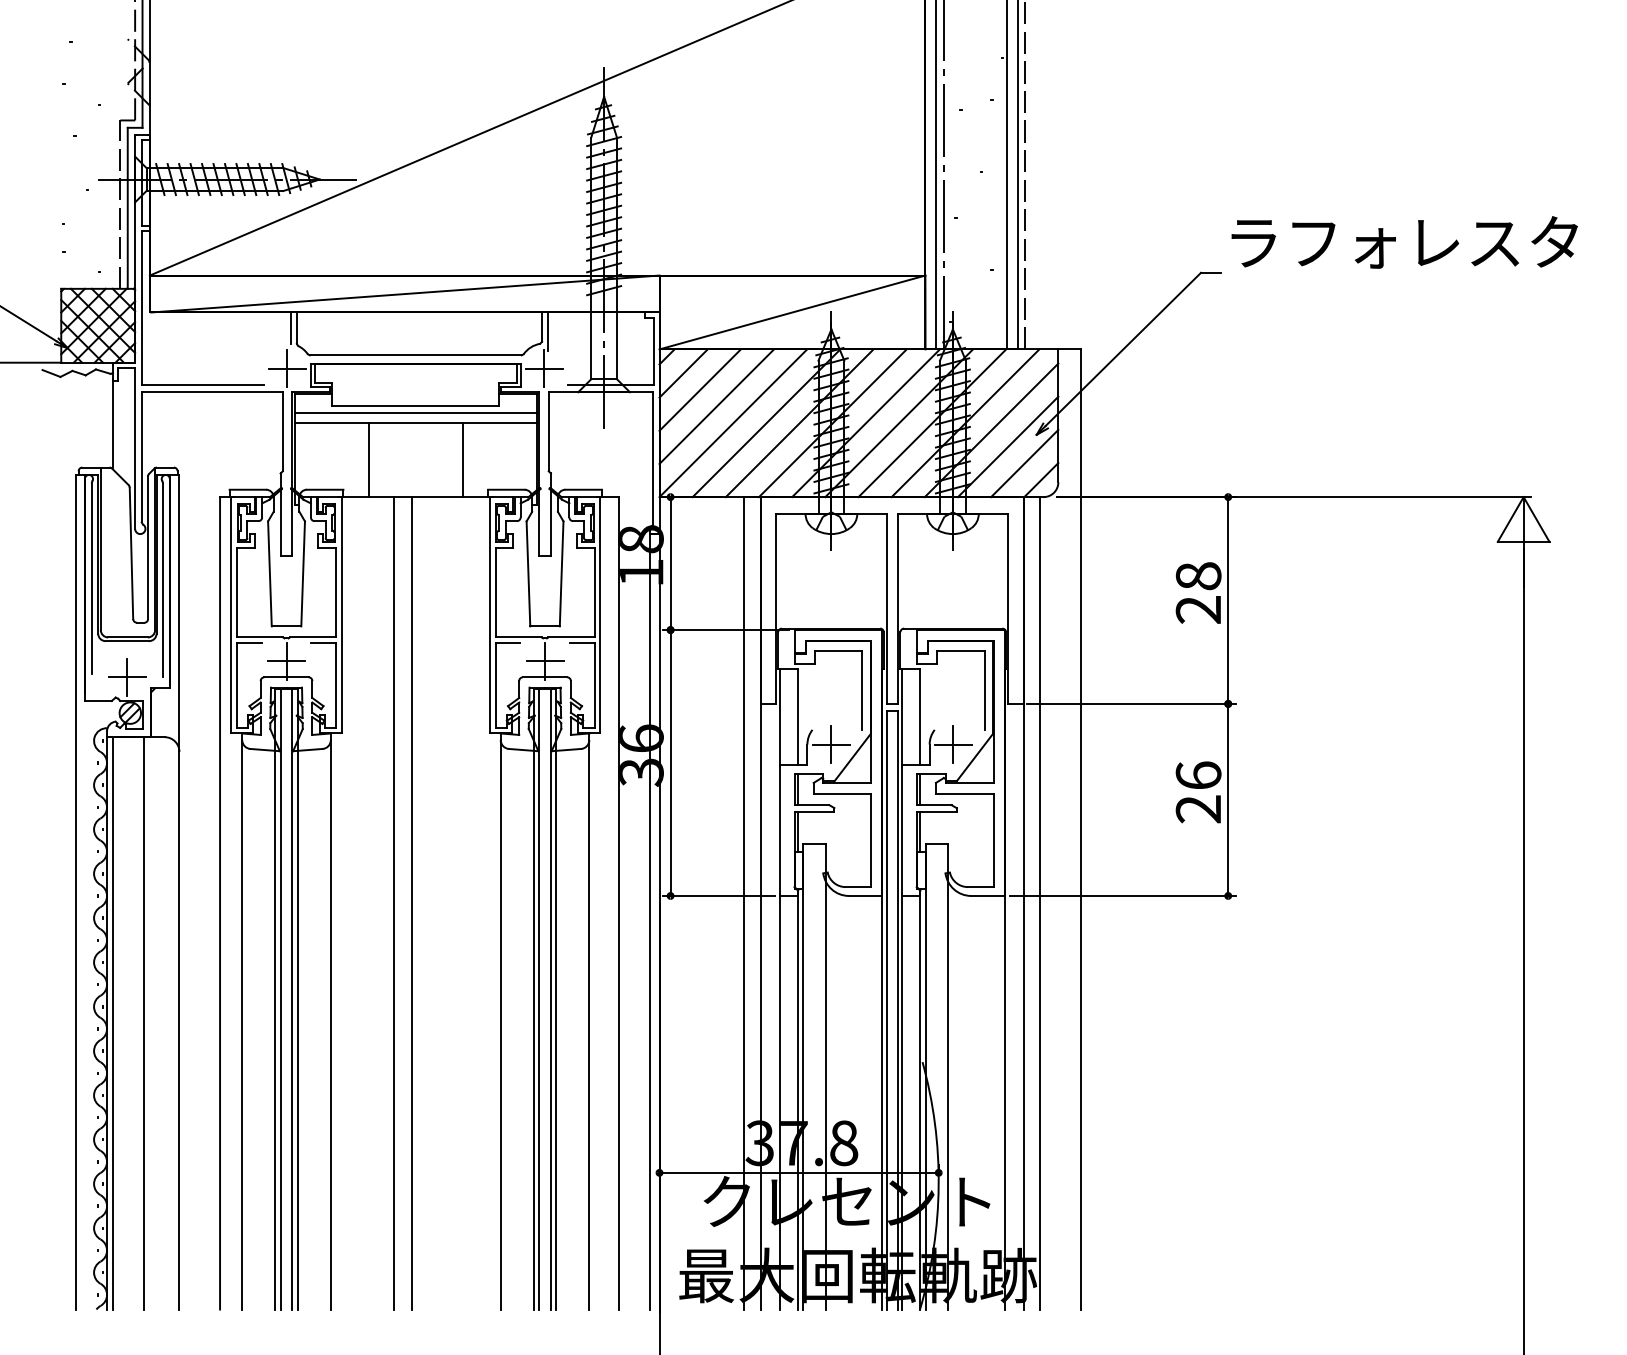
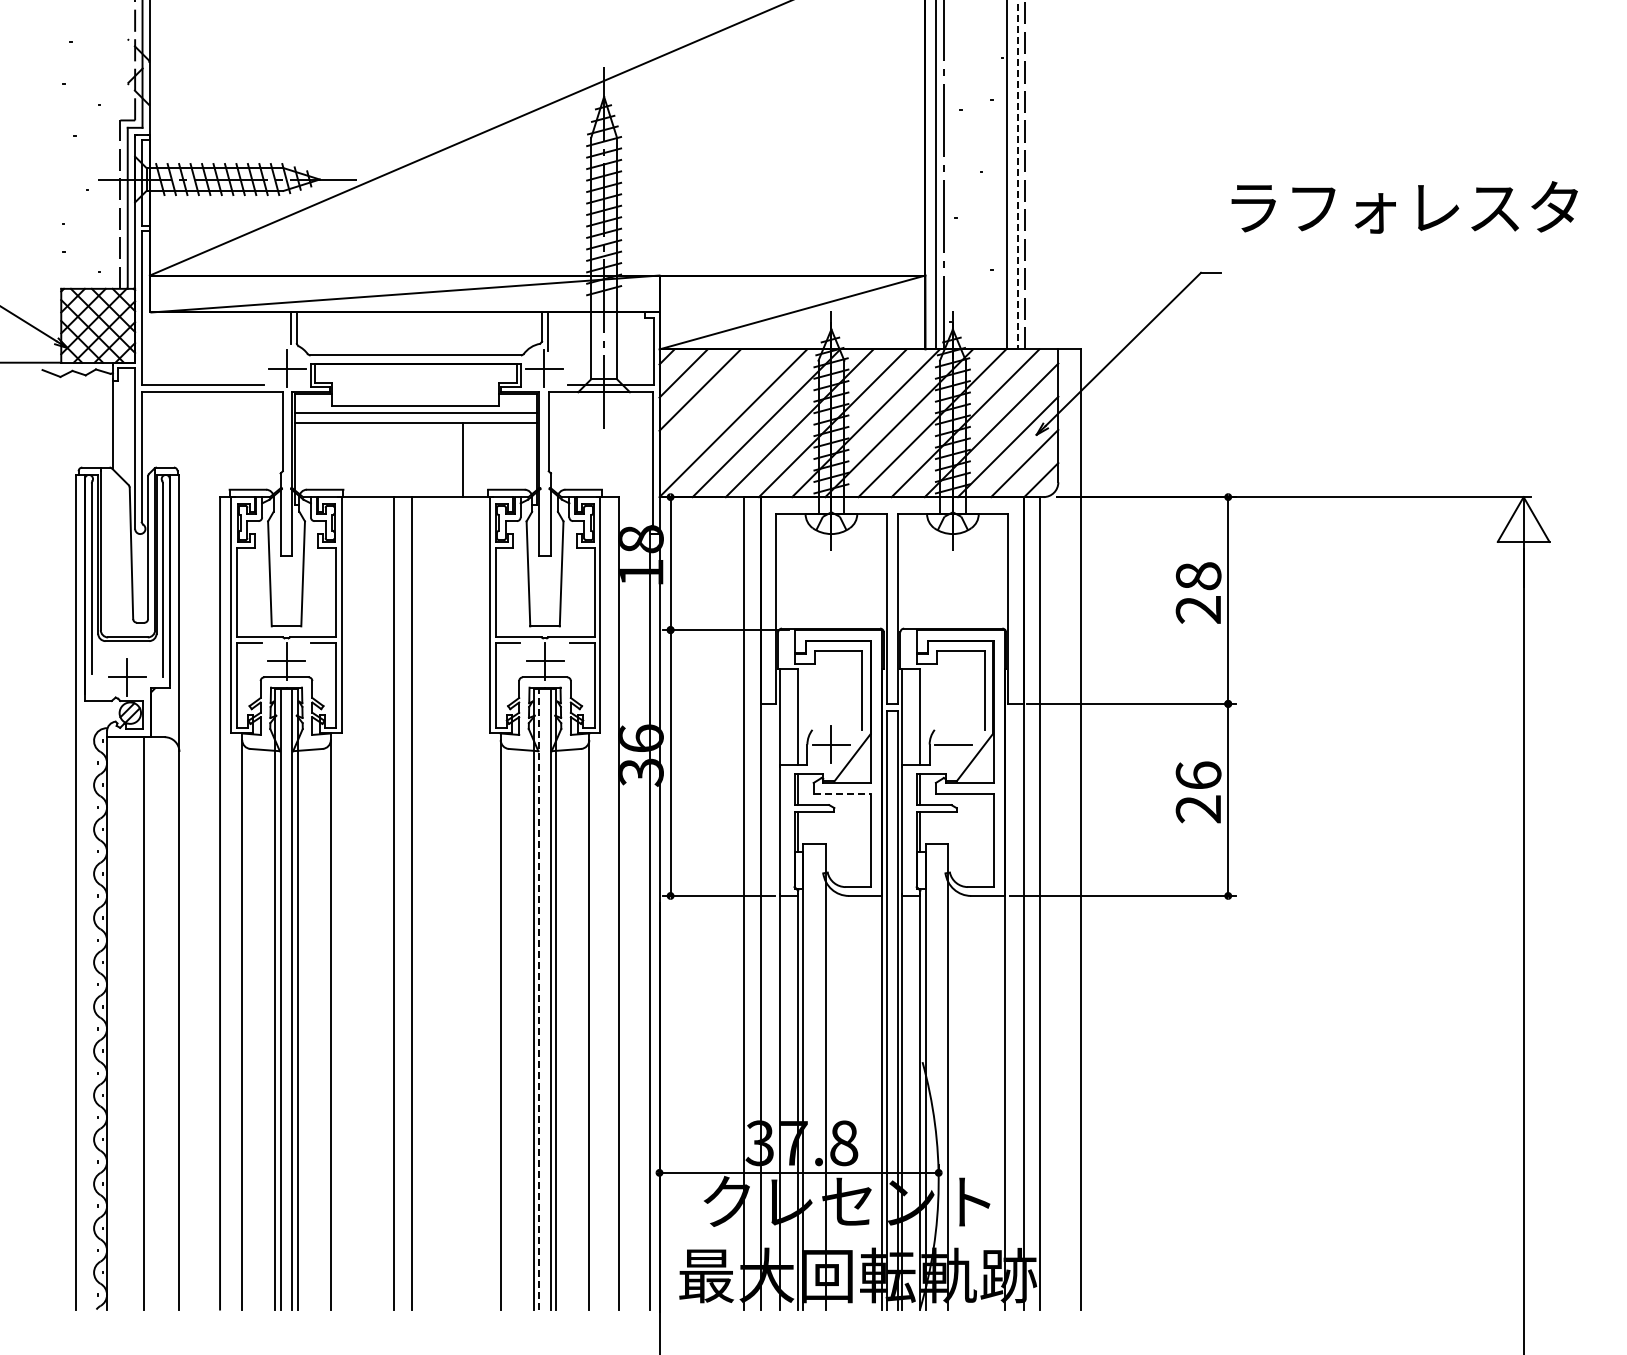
line at (1017, 175): solid -> dashed
text at (1404, 242) position: (1404, 242) -> (1404, 207)
line at (716, 406): present -> none
line at (368, 460): present -> none
line at (953, 744): present -> none
line at (842, 794): solid -> dashed
line at (539, 998): solid -> dashed
line at (112, 1023): present -> none
